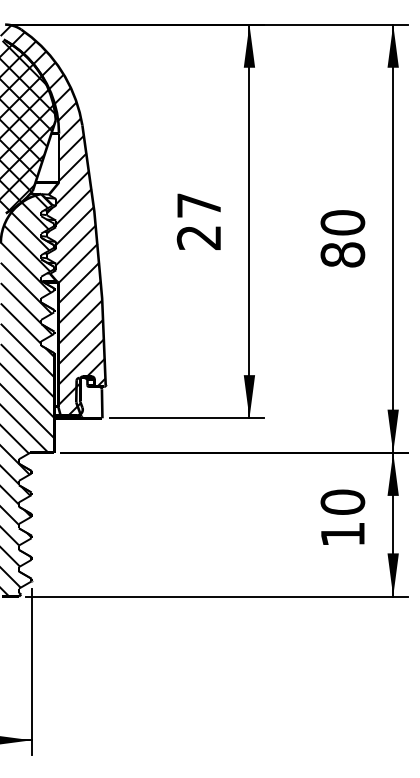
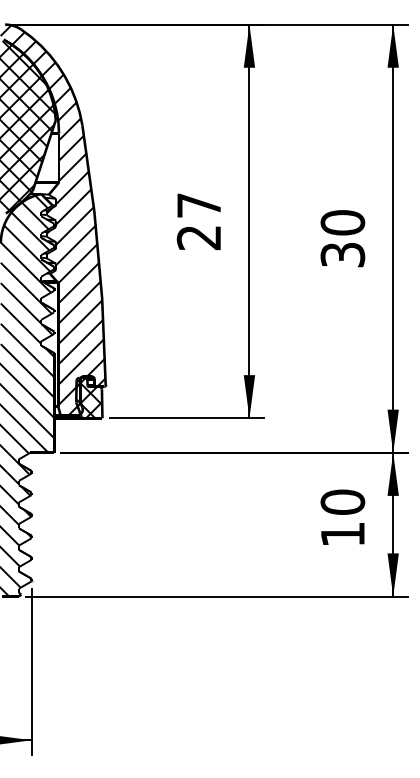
text at (342, 254): 80 -> 30
hatch at (89, 398): none -> present
